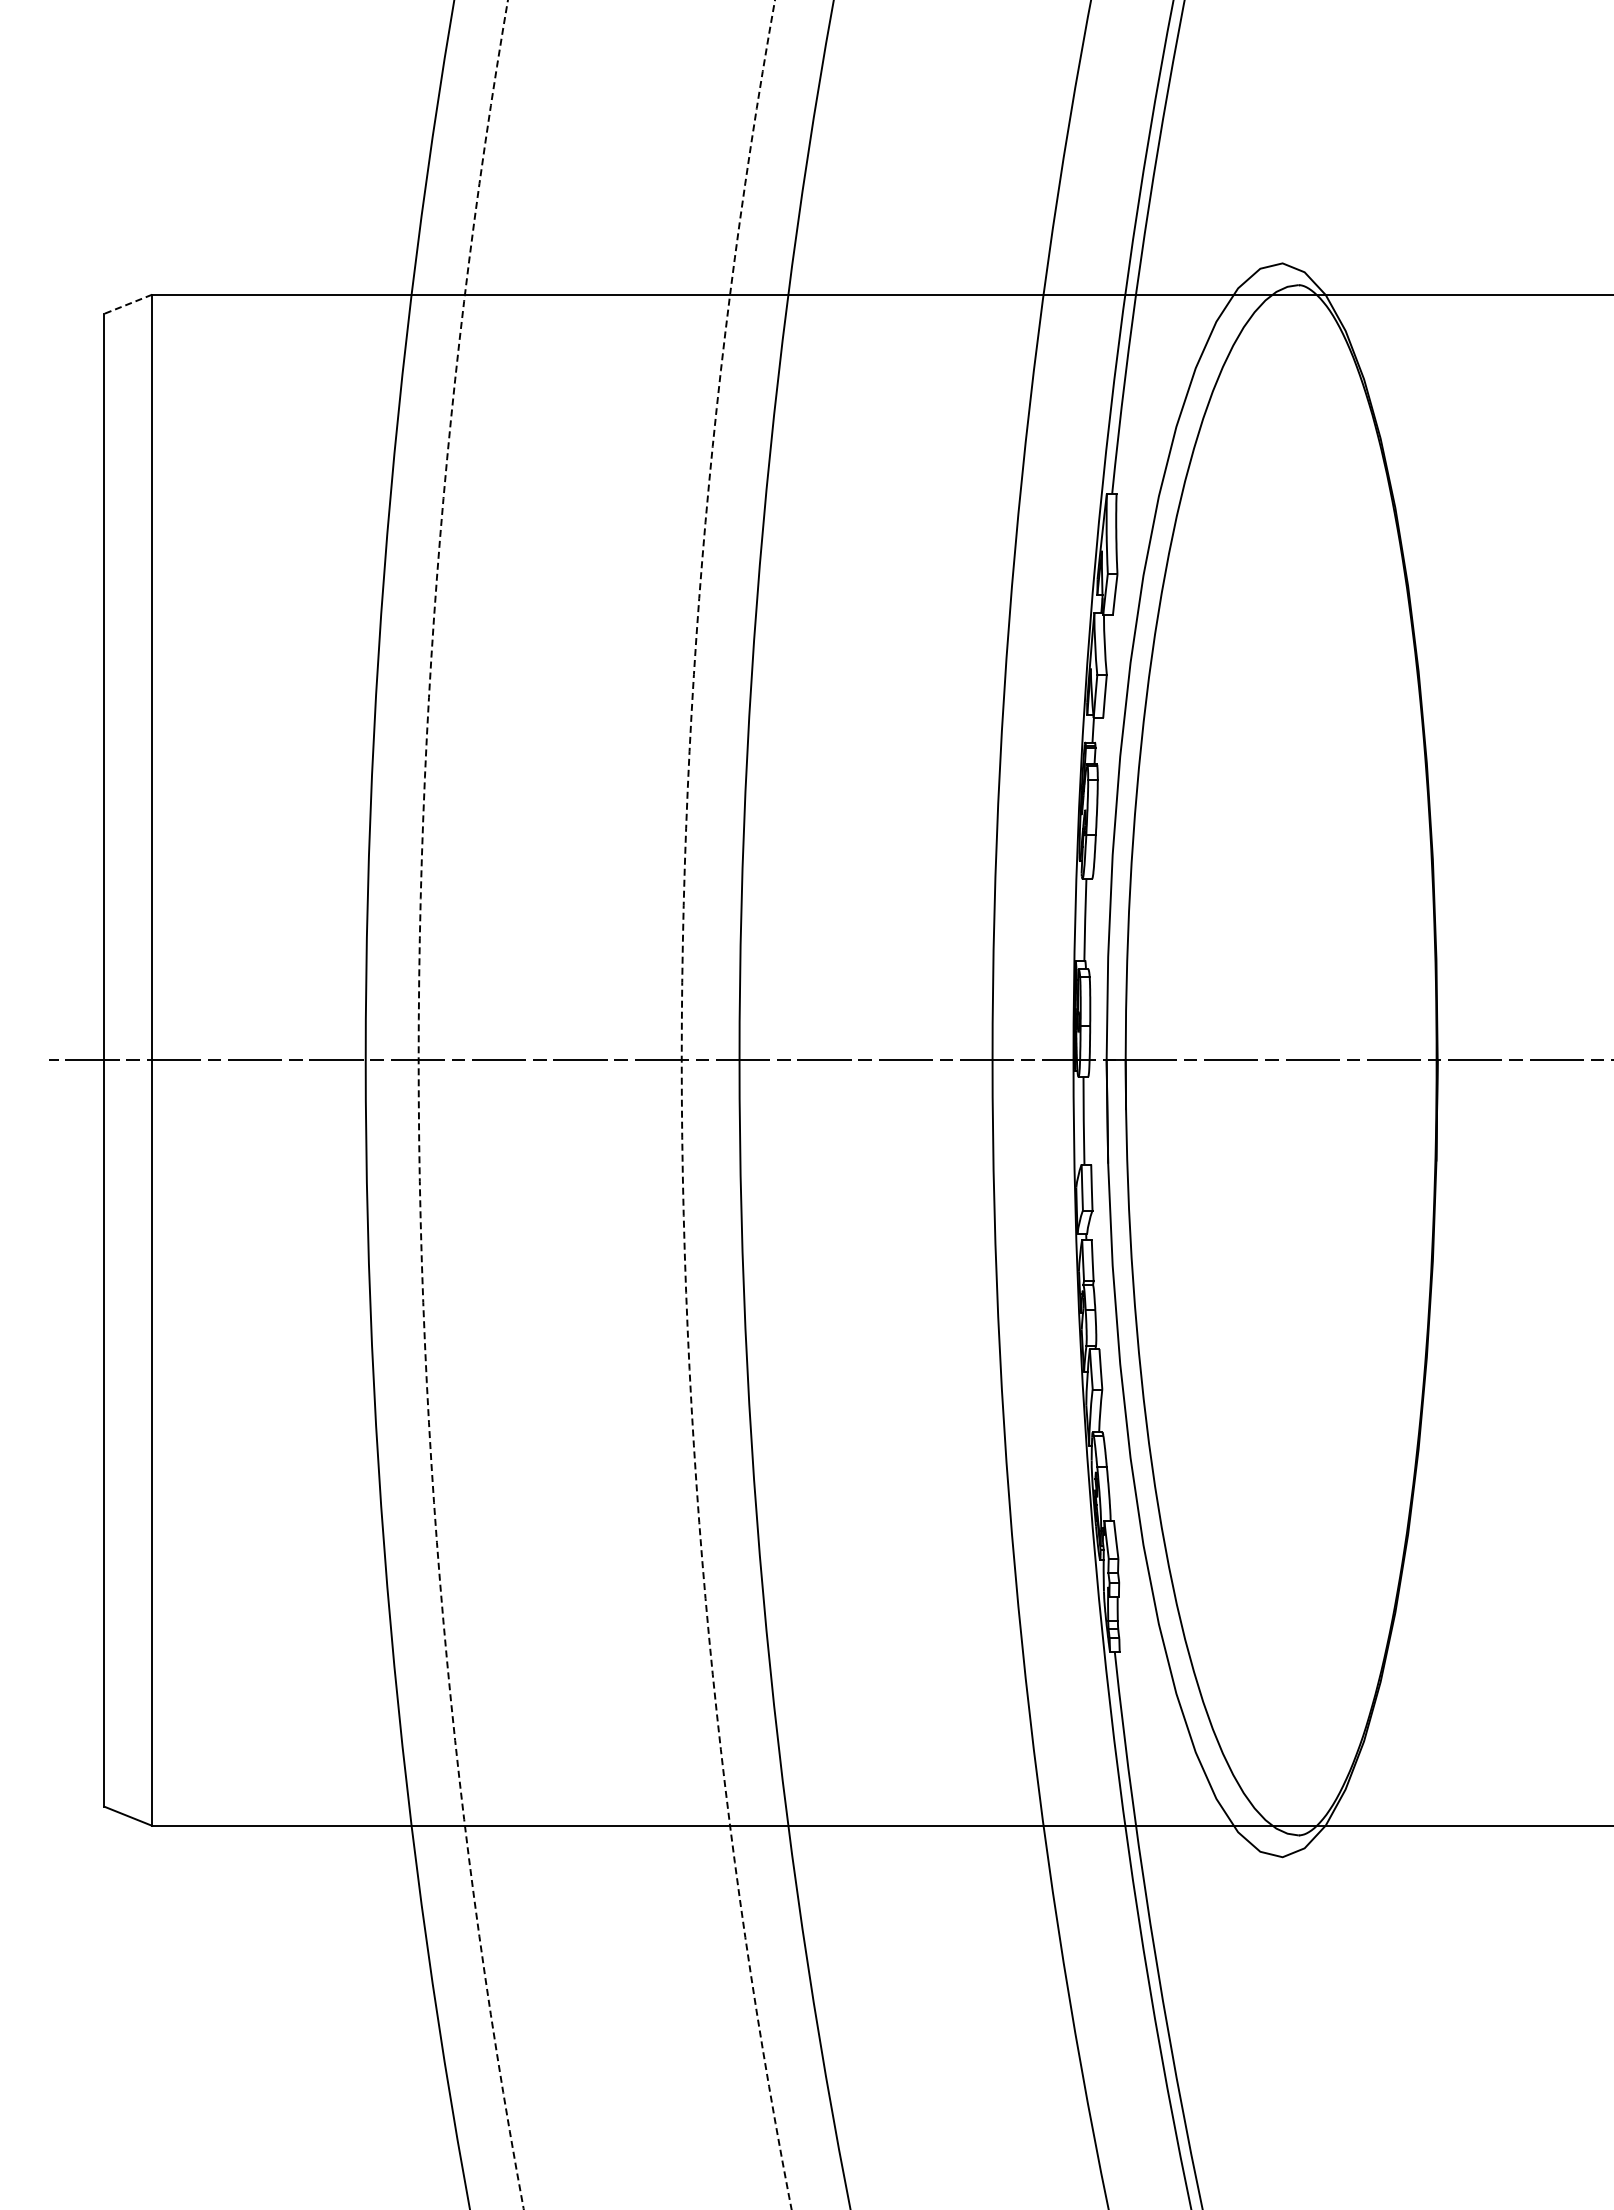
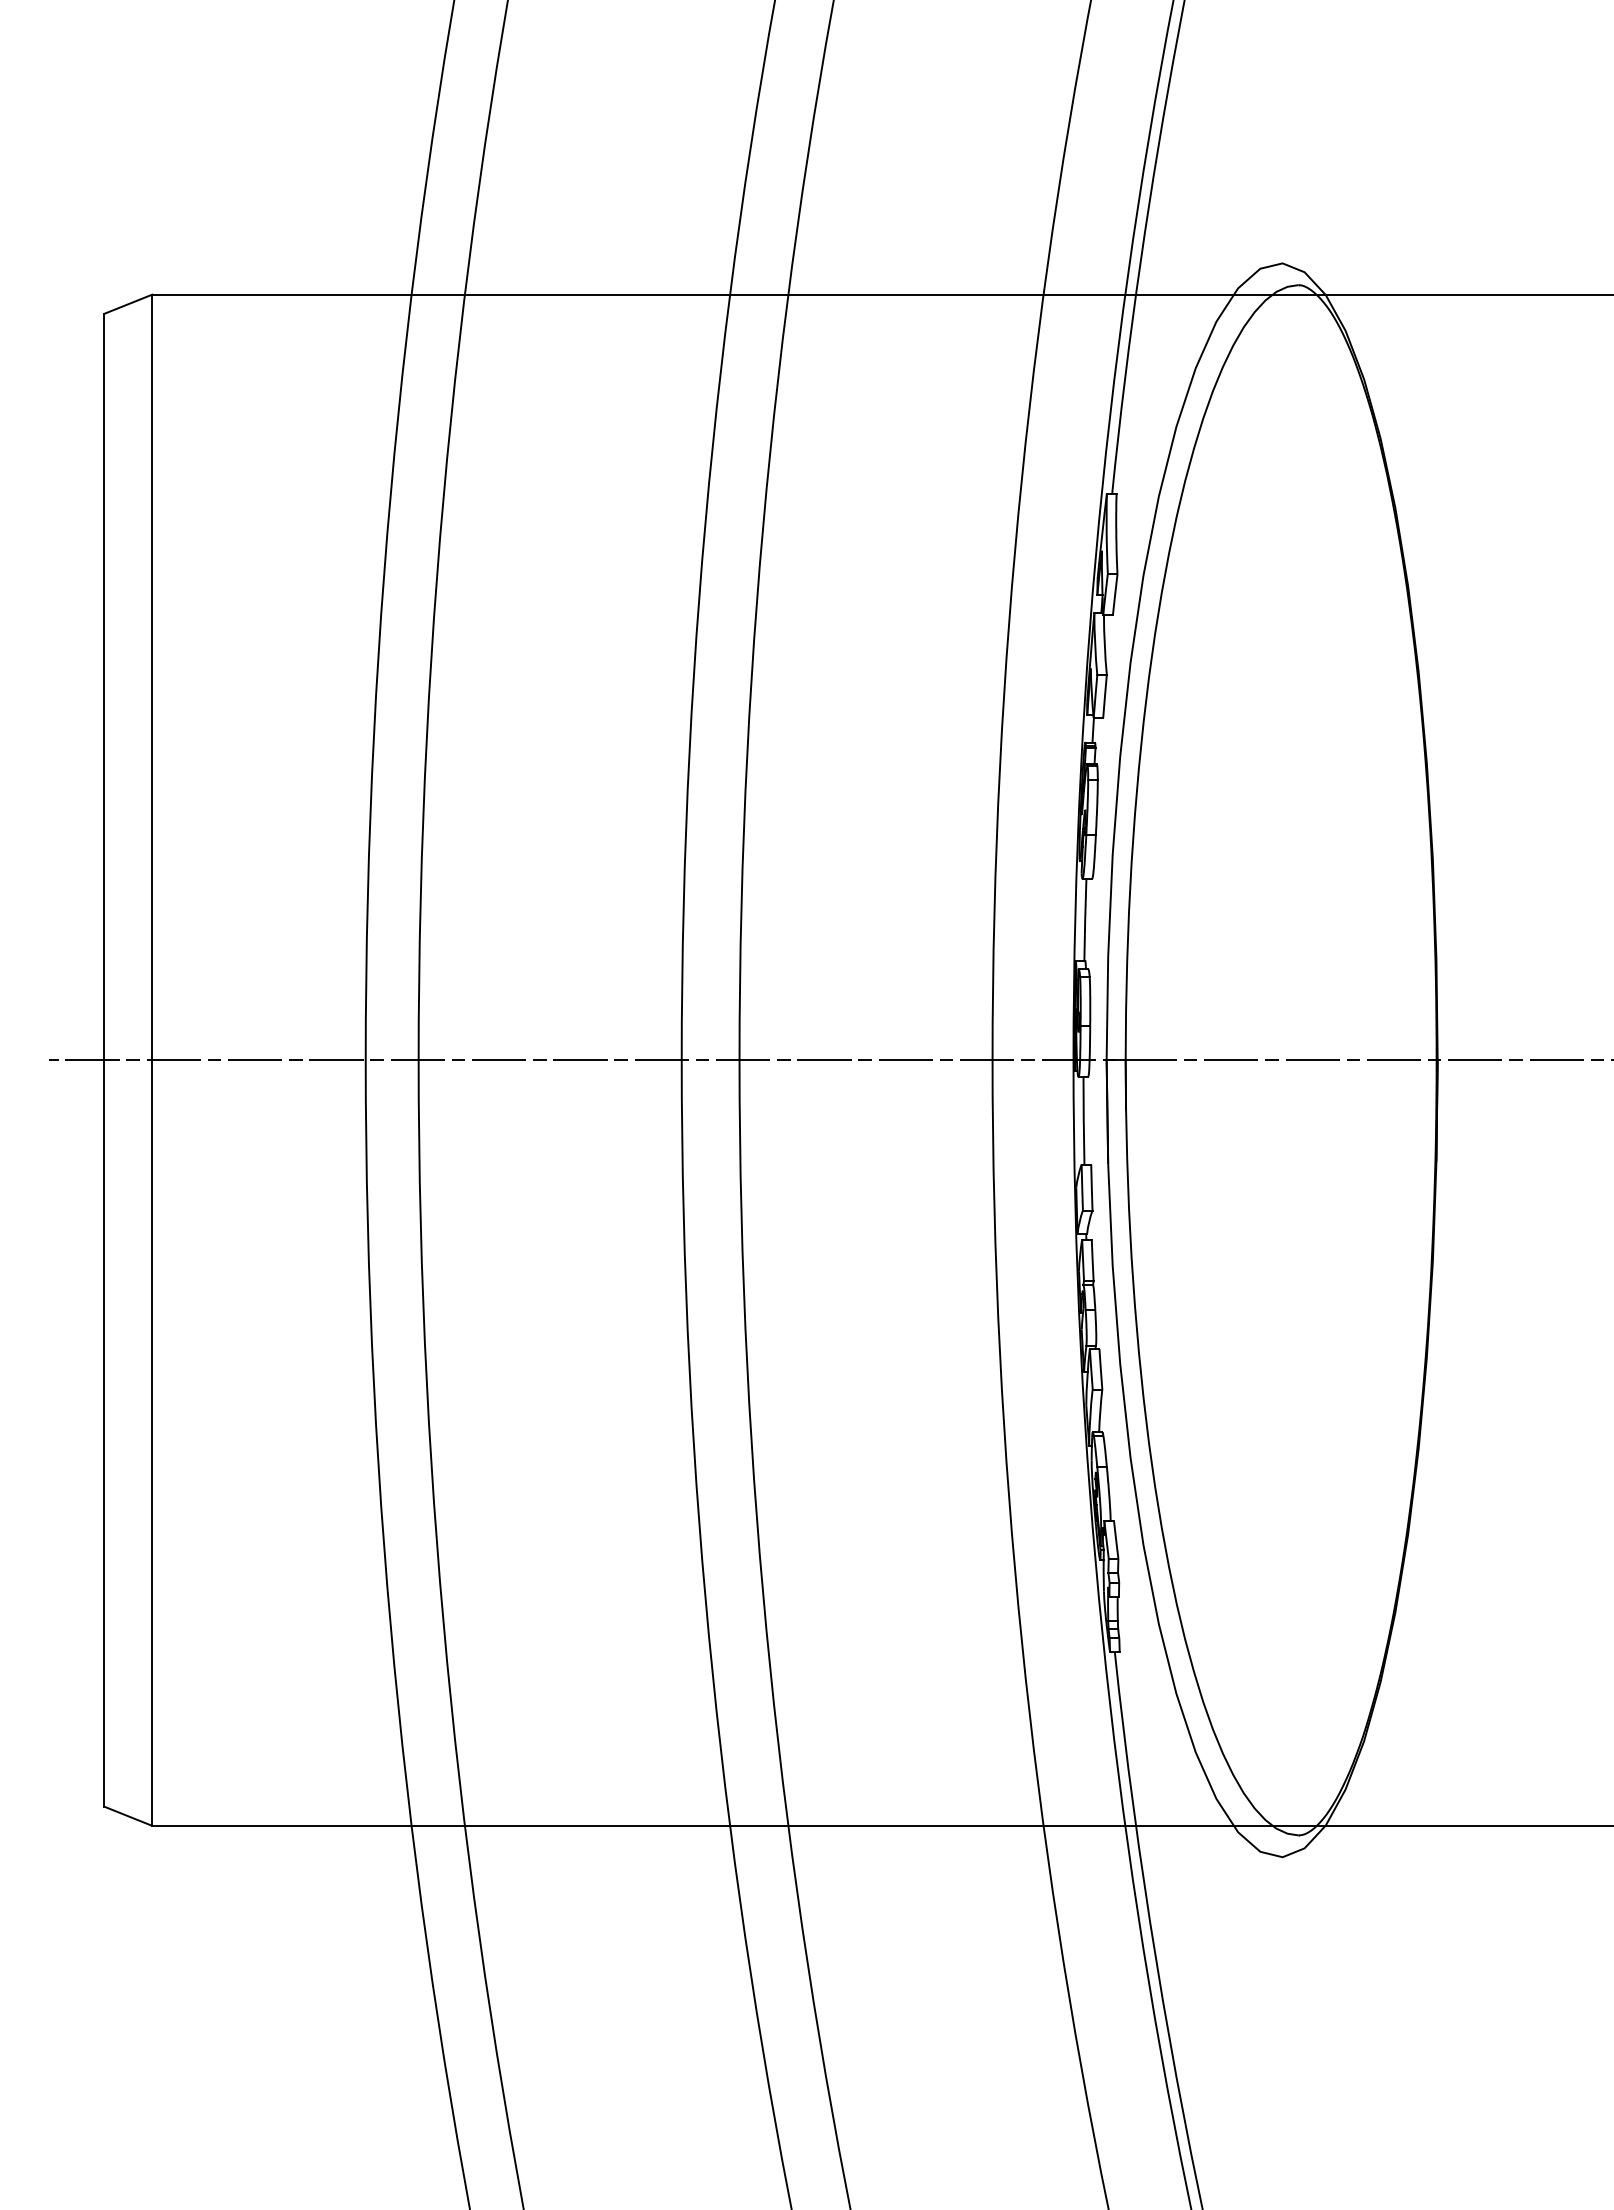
line at (128, 304): dashed -> solid
circle at (470, 1104): dashed -> solid
circle at (736, 1104): dashed -> solid
